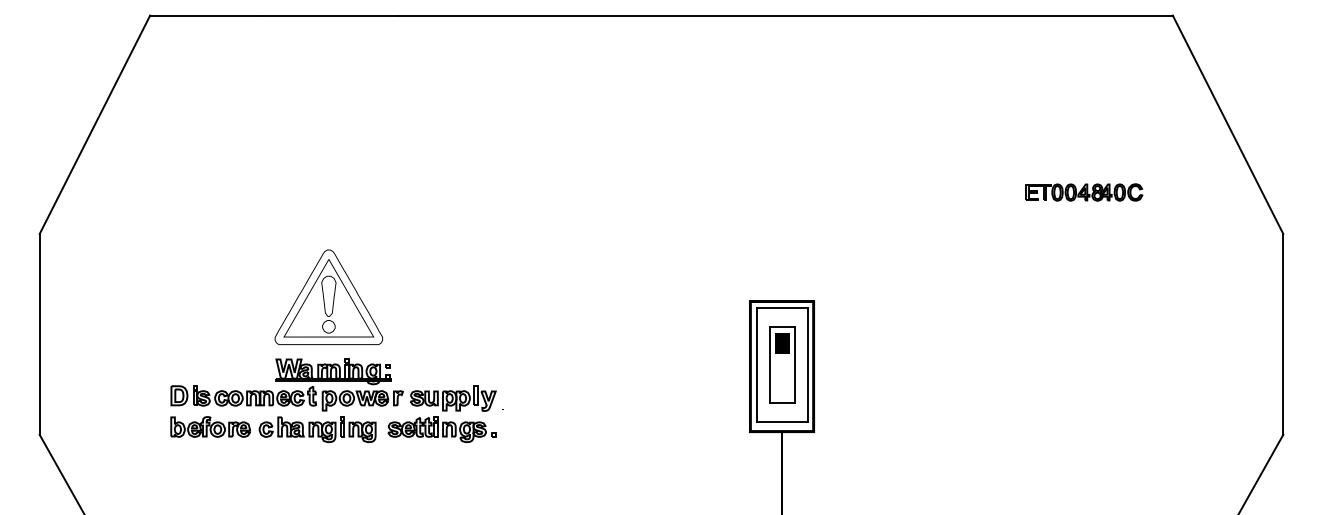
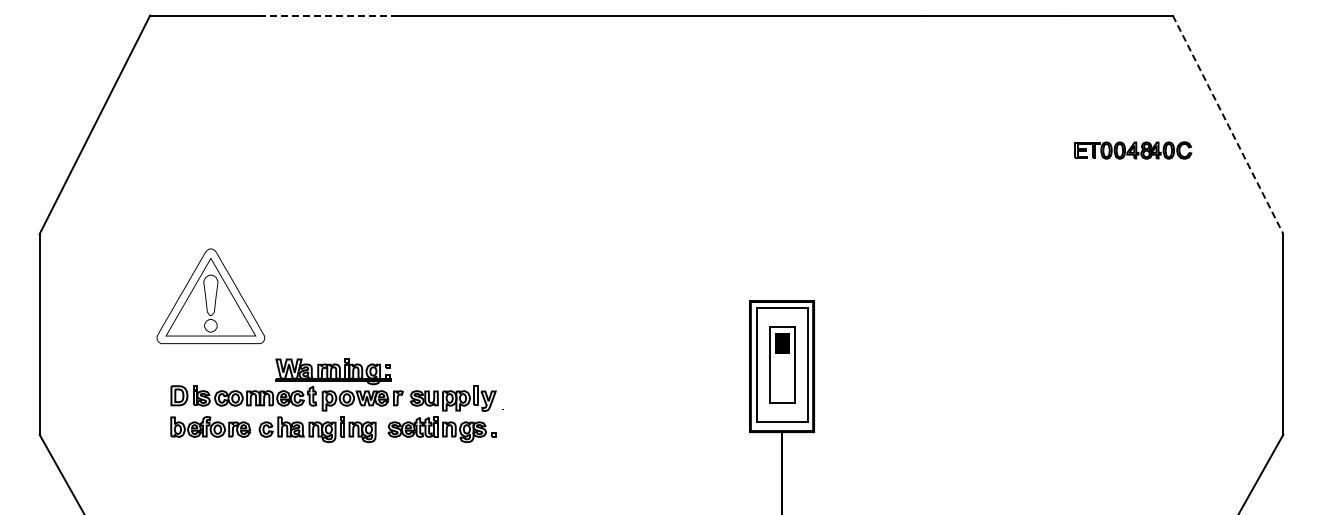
line at (328, 15): solid -> dashed
line at (1228, 125): solid -> dashed
part at (1084, 192) position: (1084, 192) -> (1133, 150)
part at (328, 296) position: (328, 296) -> (210, 295)
